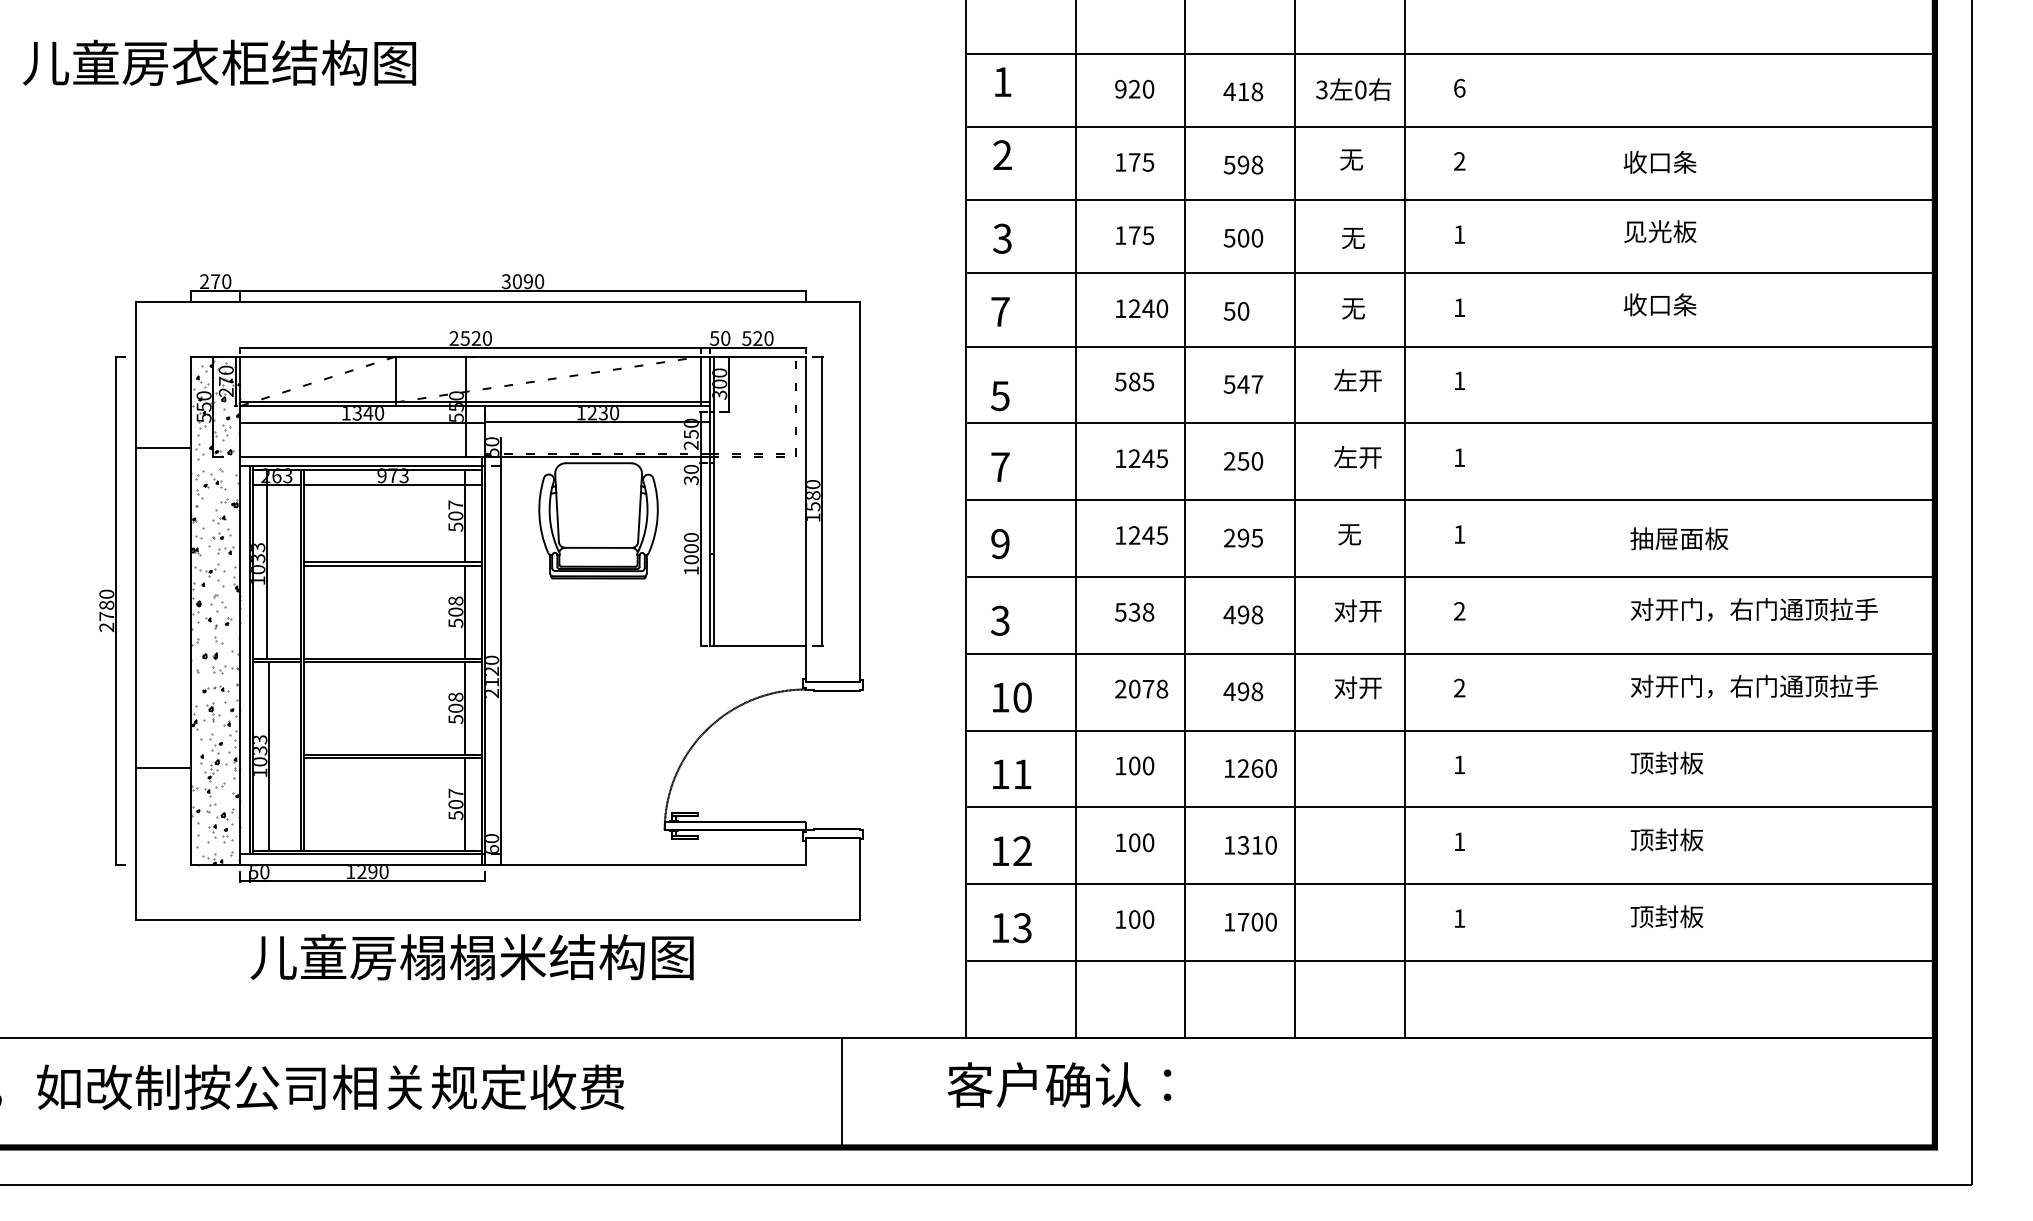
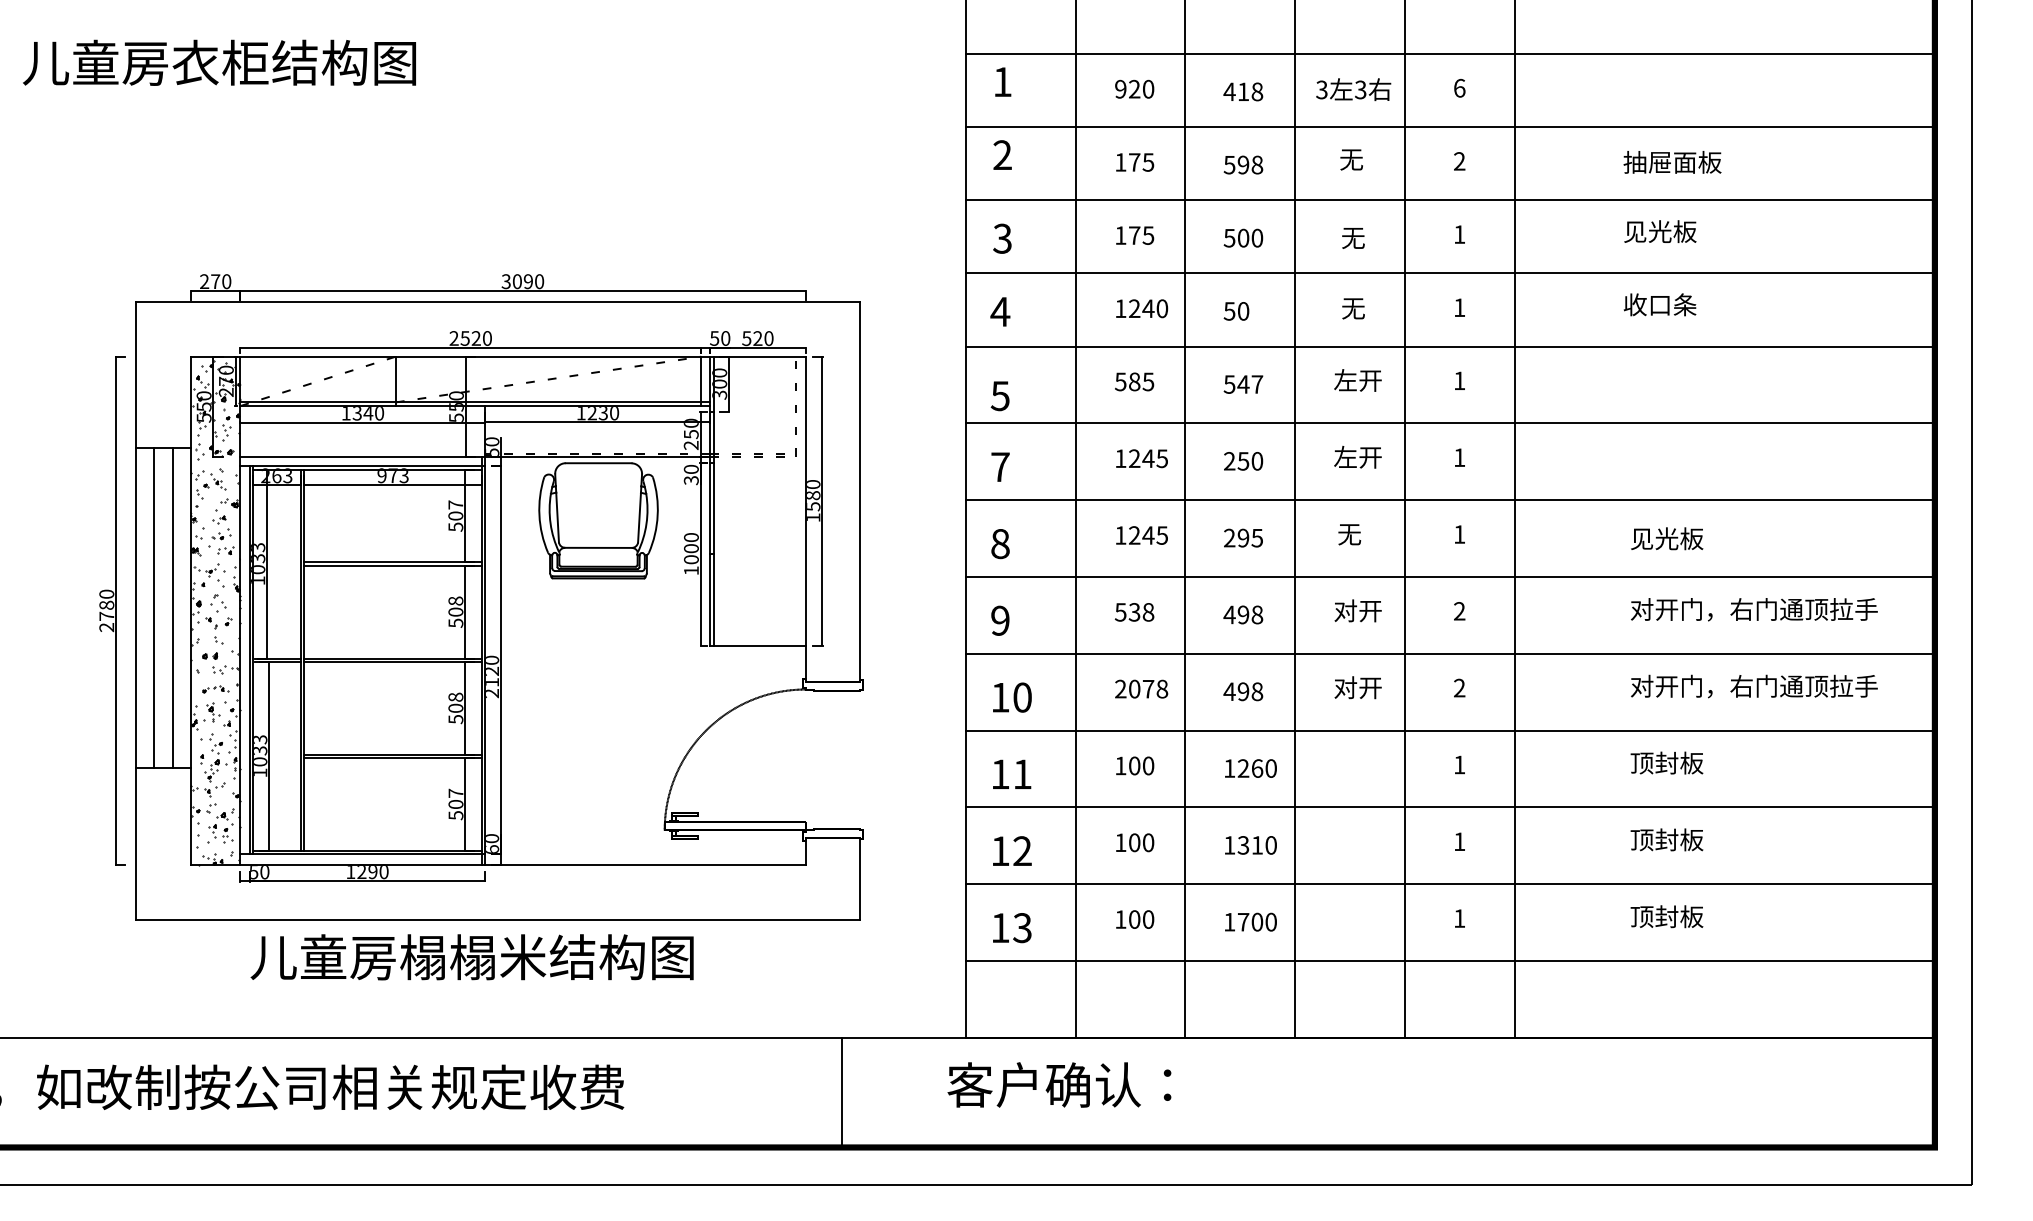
text at (1360, 89): 0 -> 3
text at (1672, 162): 收口条 -> 抽屉面板
text at (1000, 311): 7 -> 4
line at (1514, 519): none -> present
text at (1679, 538): 抽屉面板 -> 见光板
text at (1000, 543): 9 -> 8
line at (154, 608): none -> present
line at (172, 608): none -> present
hatch at (215, 613): none -> present
text at (1000, 620): 3 -> 9
